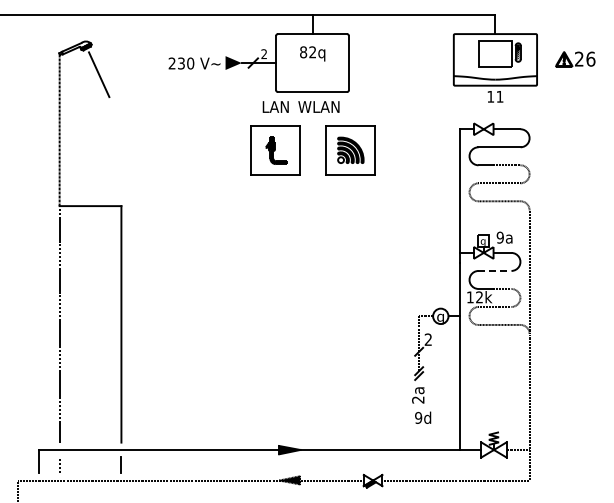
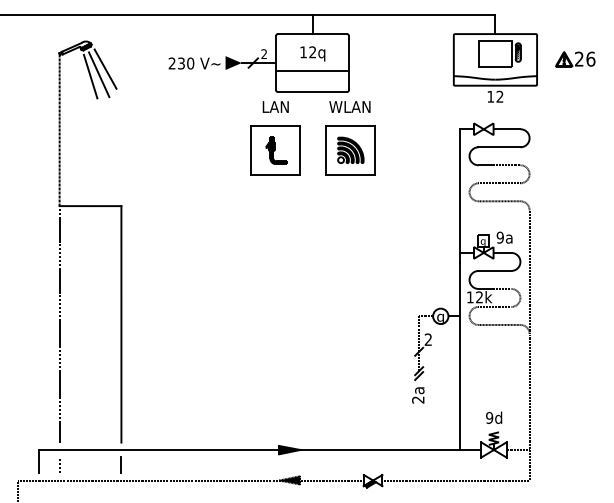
text at (303, 52): 82q -> 12q
line at (105, 68): none -> present
line at (312, 70): none -> present
line at (90, 76): none -> present
text at (499, 96): 11 -> 12
text at (318, 106) position: (318, 106) -> (349, 106)
line at (494, 270): dashed -> solid
text at (423, 417) position: (423, 417) -> (494, 417)
